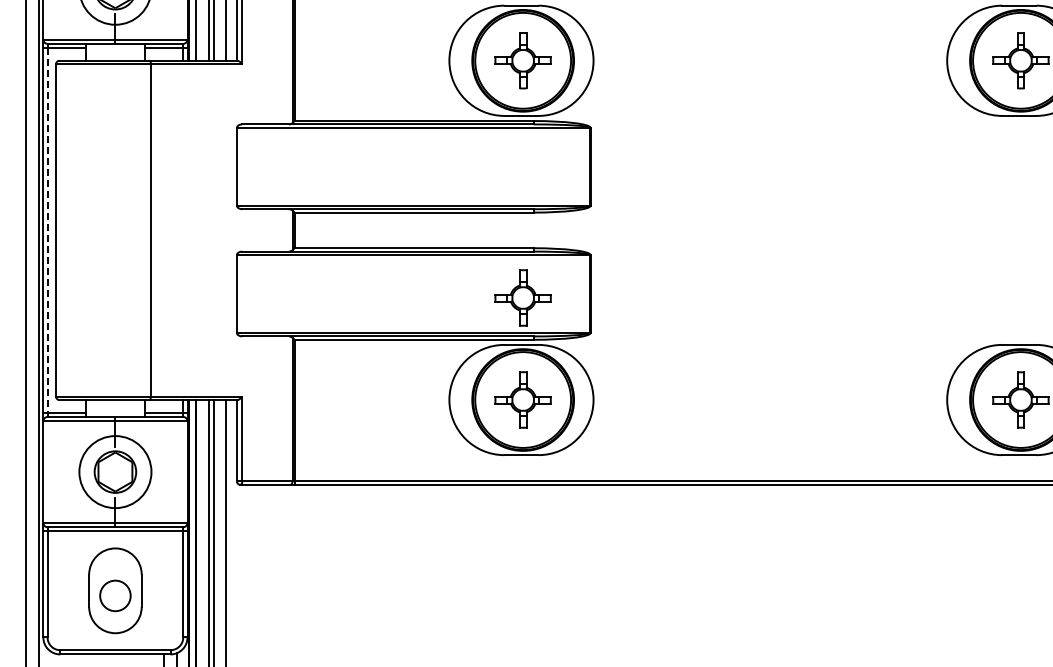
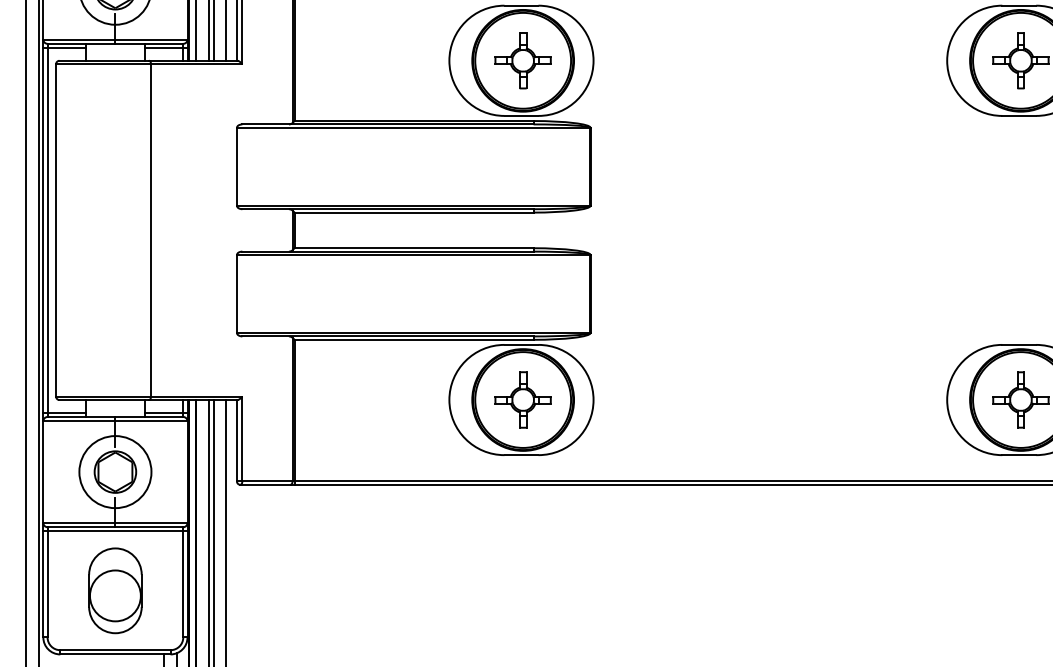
line at (47, 230): dashed -> solid
part at (522, 297): present -> none
circle at (115, 595) diameter: 31 px -> 51 px
